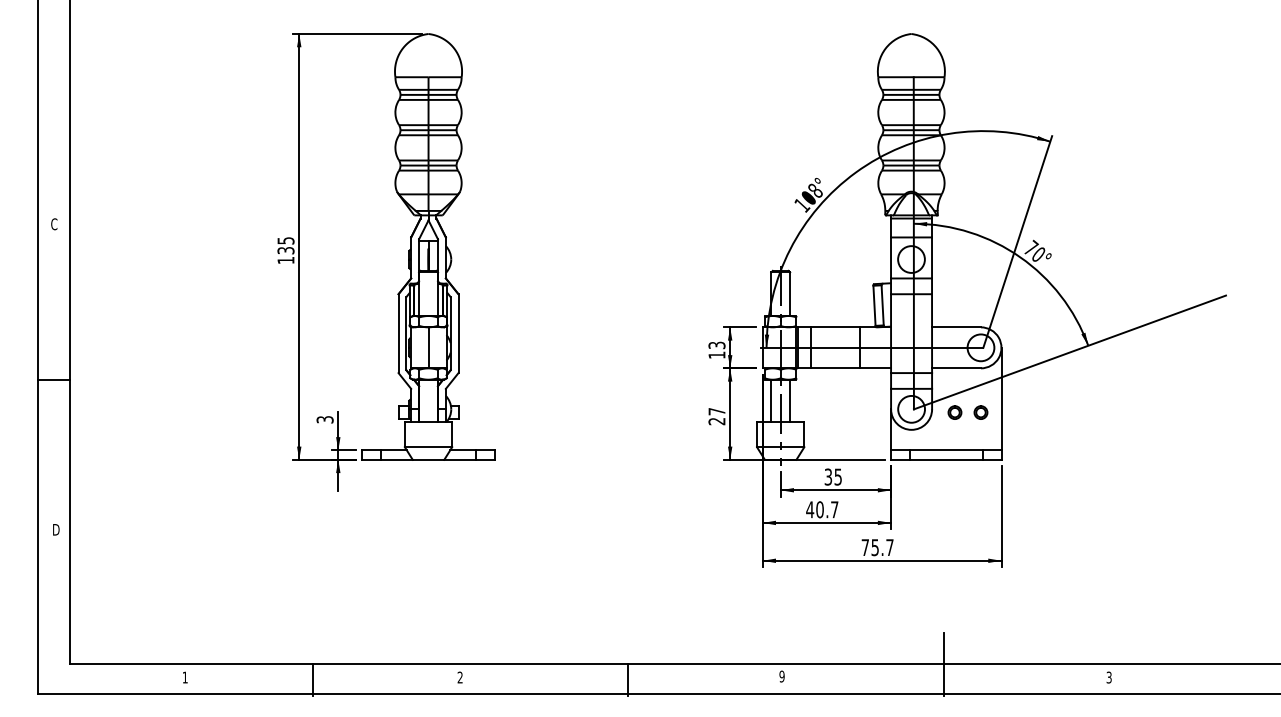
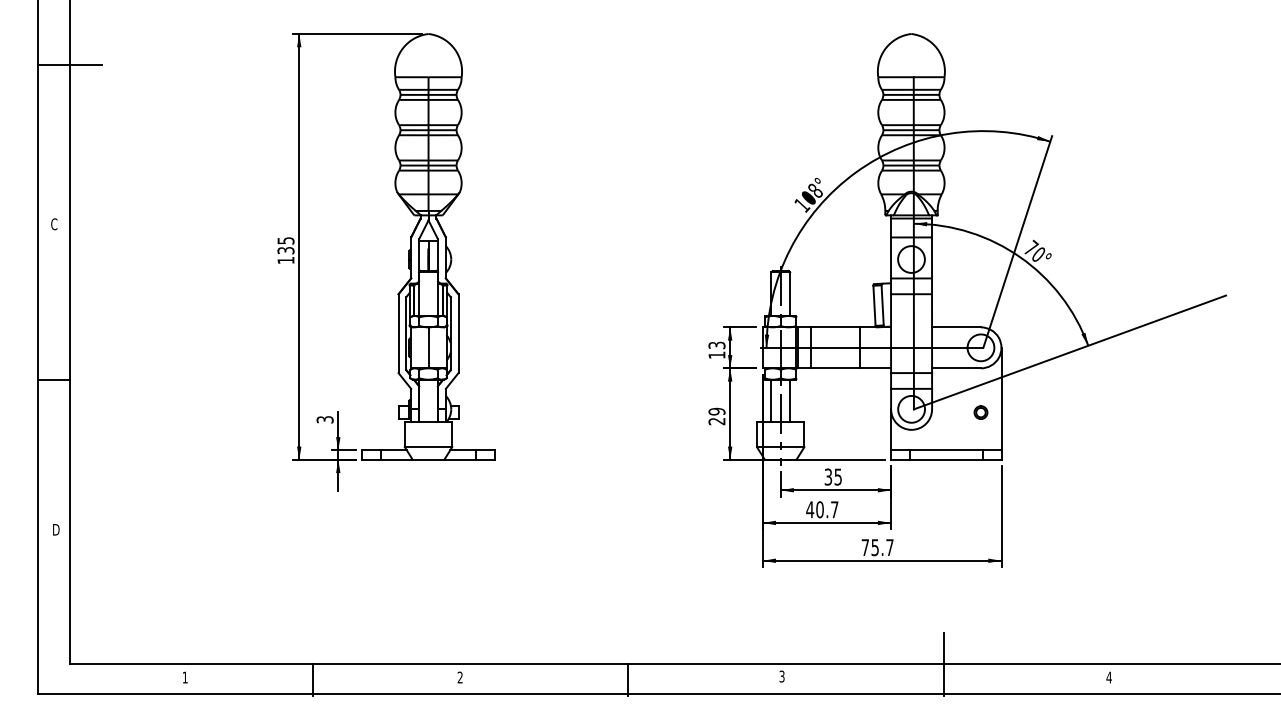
line at (69, 64): none -> present
text at (716, 411): 27 -> 29
part at (954, 412): present -> none
text at (781, 676): 9 -> 3
text at (1108, 677): 3 -> 4
